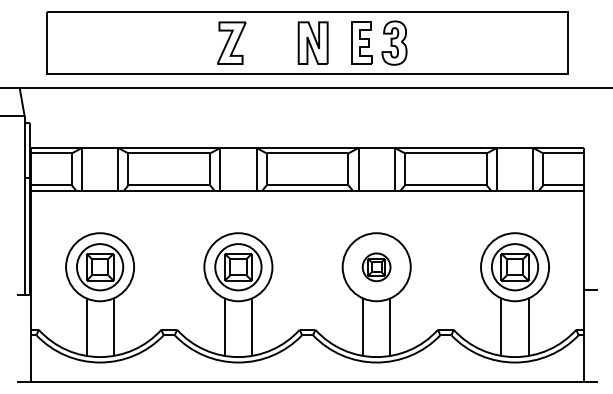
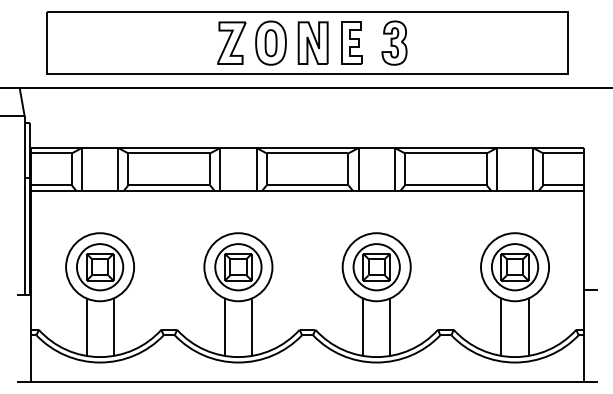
part at (270, 42): none -> present
part at (361, 42) position: (361, 42) -> (351, 42)
part at (376, 267) size: 31x31 px -> 49x49 px
